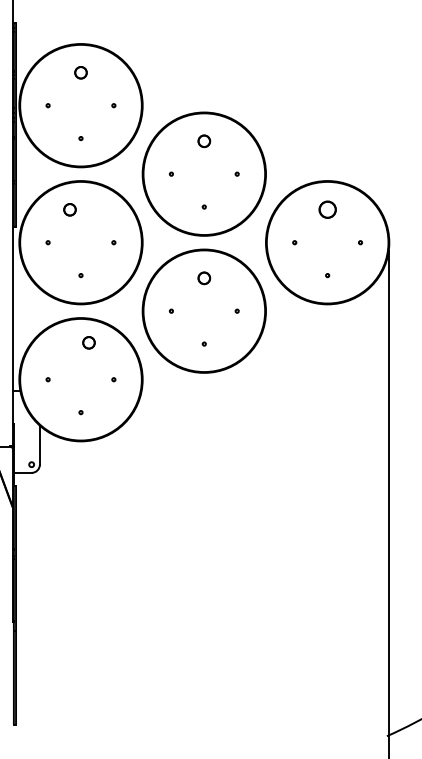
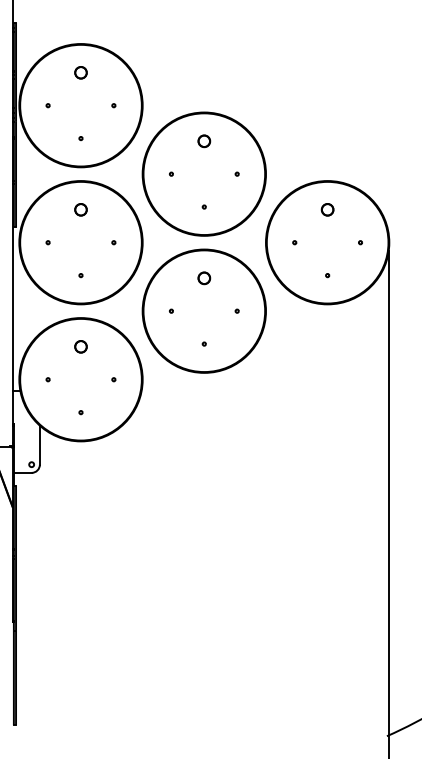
circle at (69, 209) position: (69, 209) -> (80, 209)
part at (327, 209) size: 19x19 px -> 15x14 px
circle at (88, 342) position: (88, 342) -> (80, 346)
